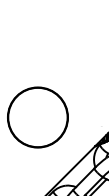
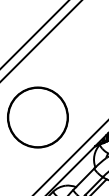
line at (34, 34): none -> present
line at (41, 40): none -> present
line at (70, 157): none -> present
